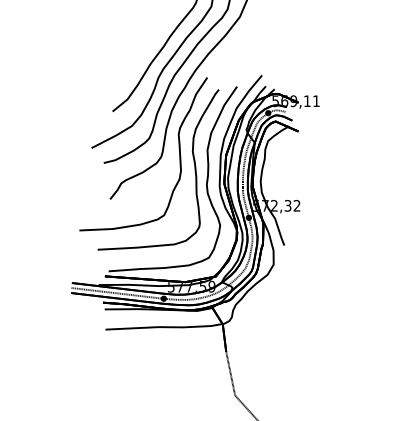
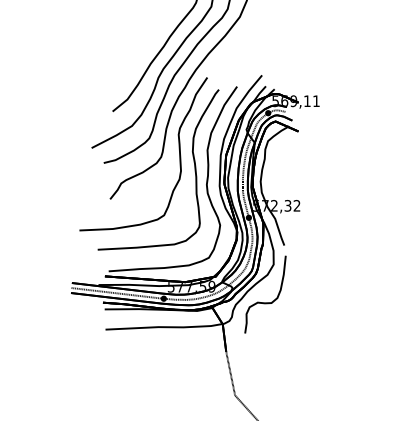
curve at (265, 302): none -> present
